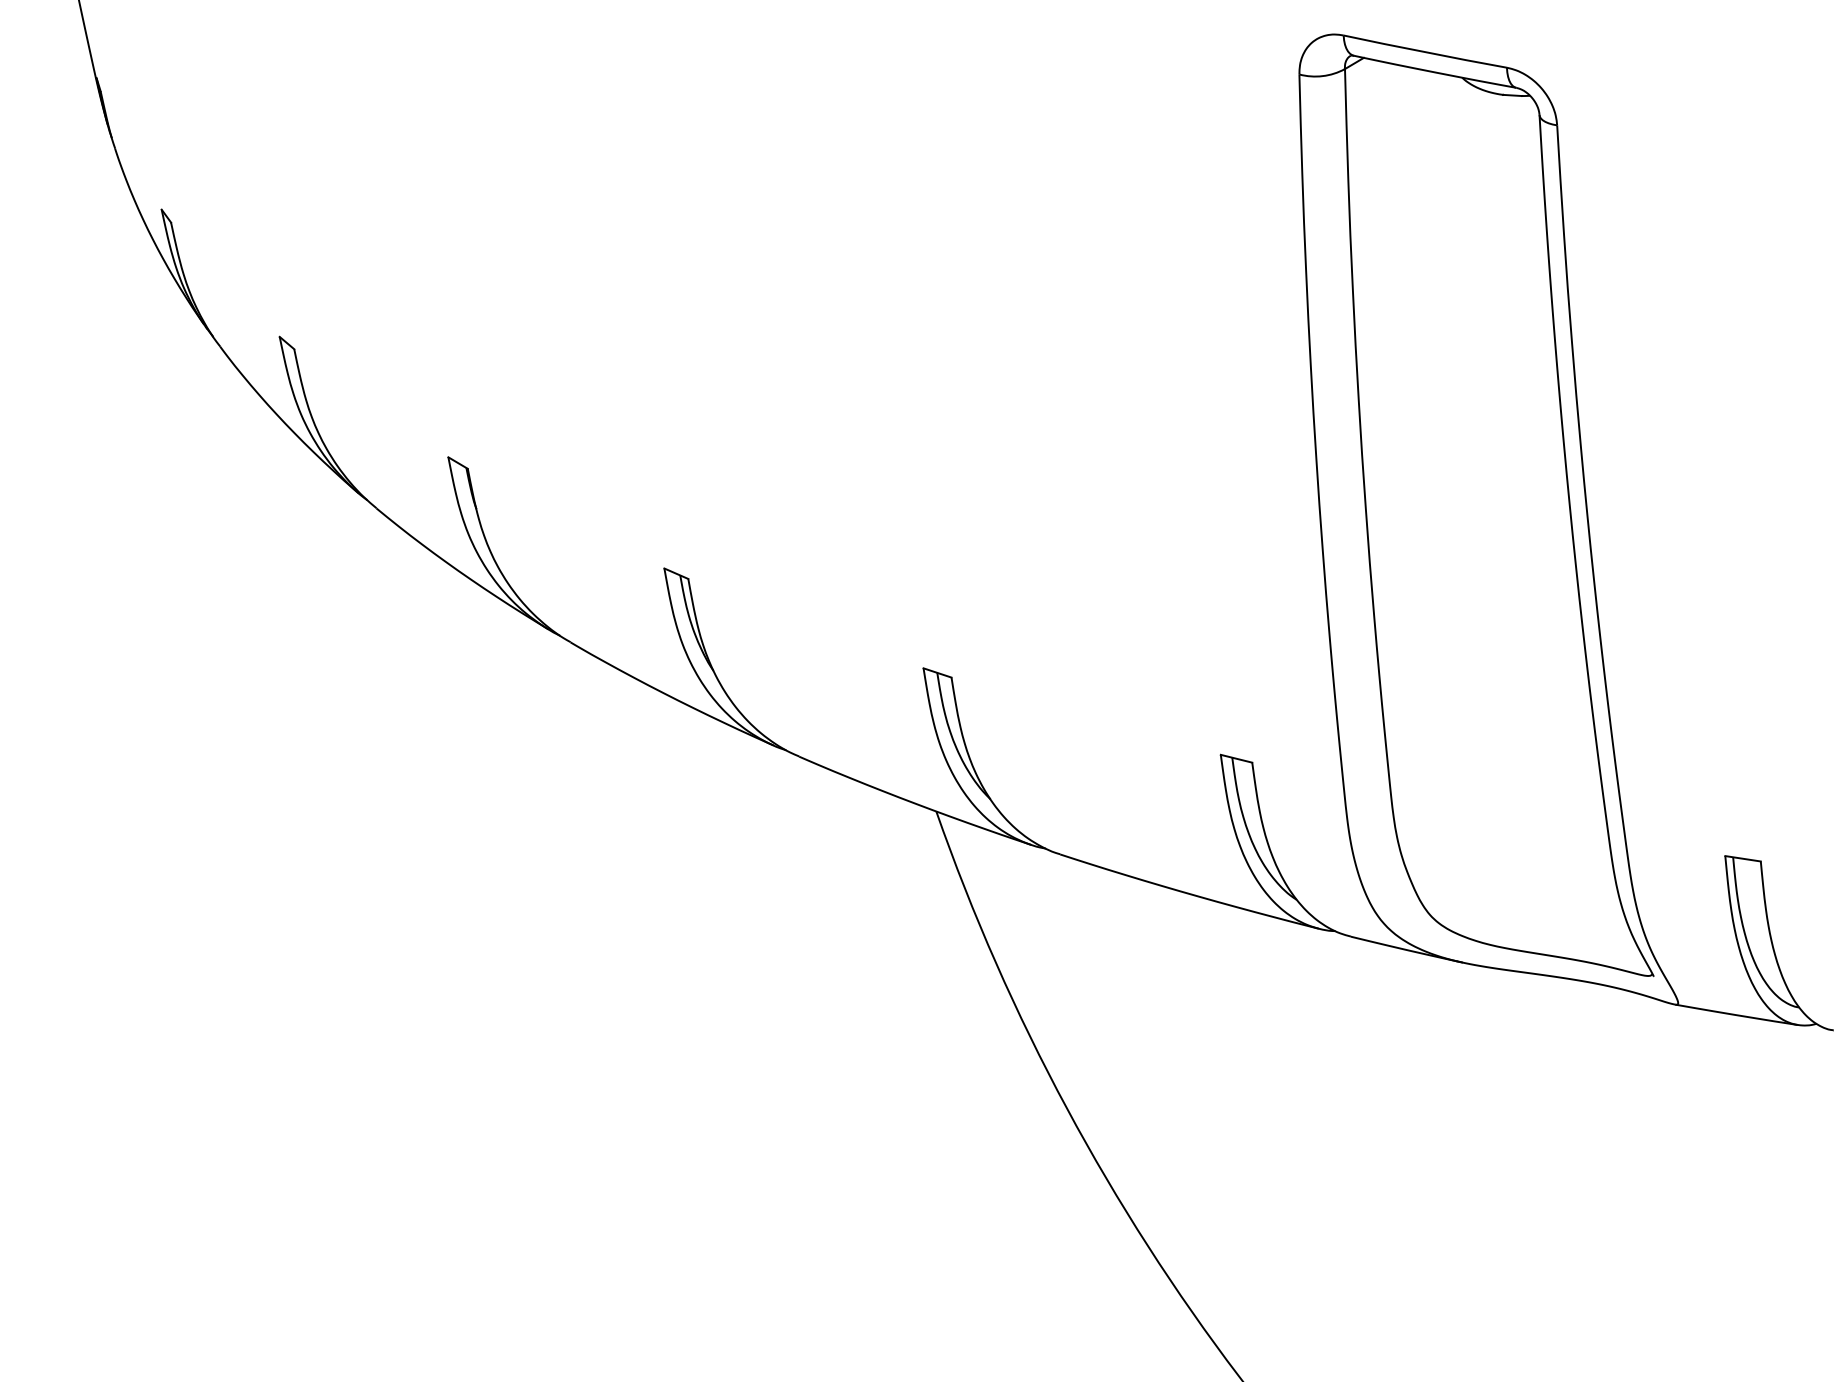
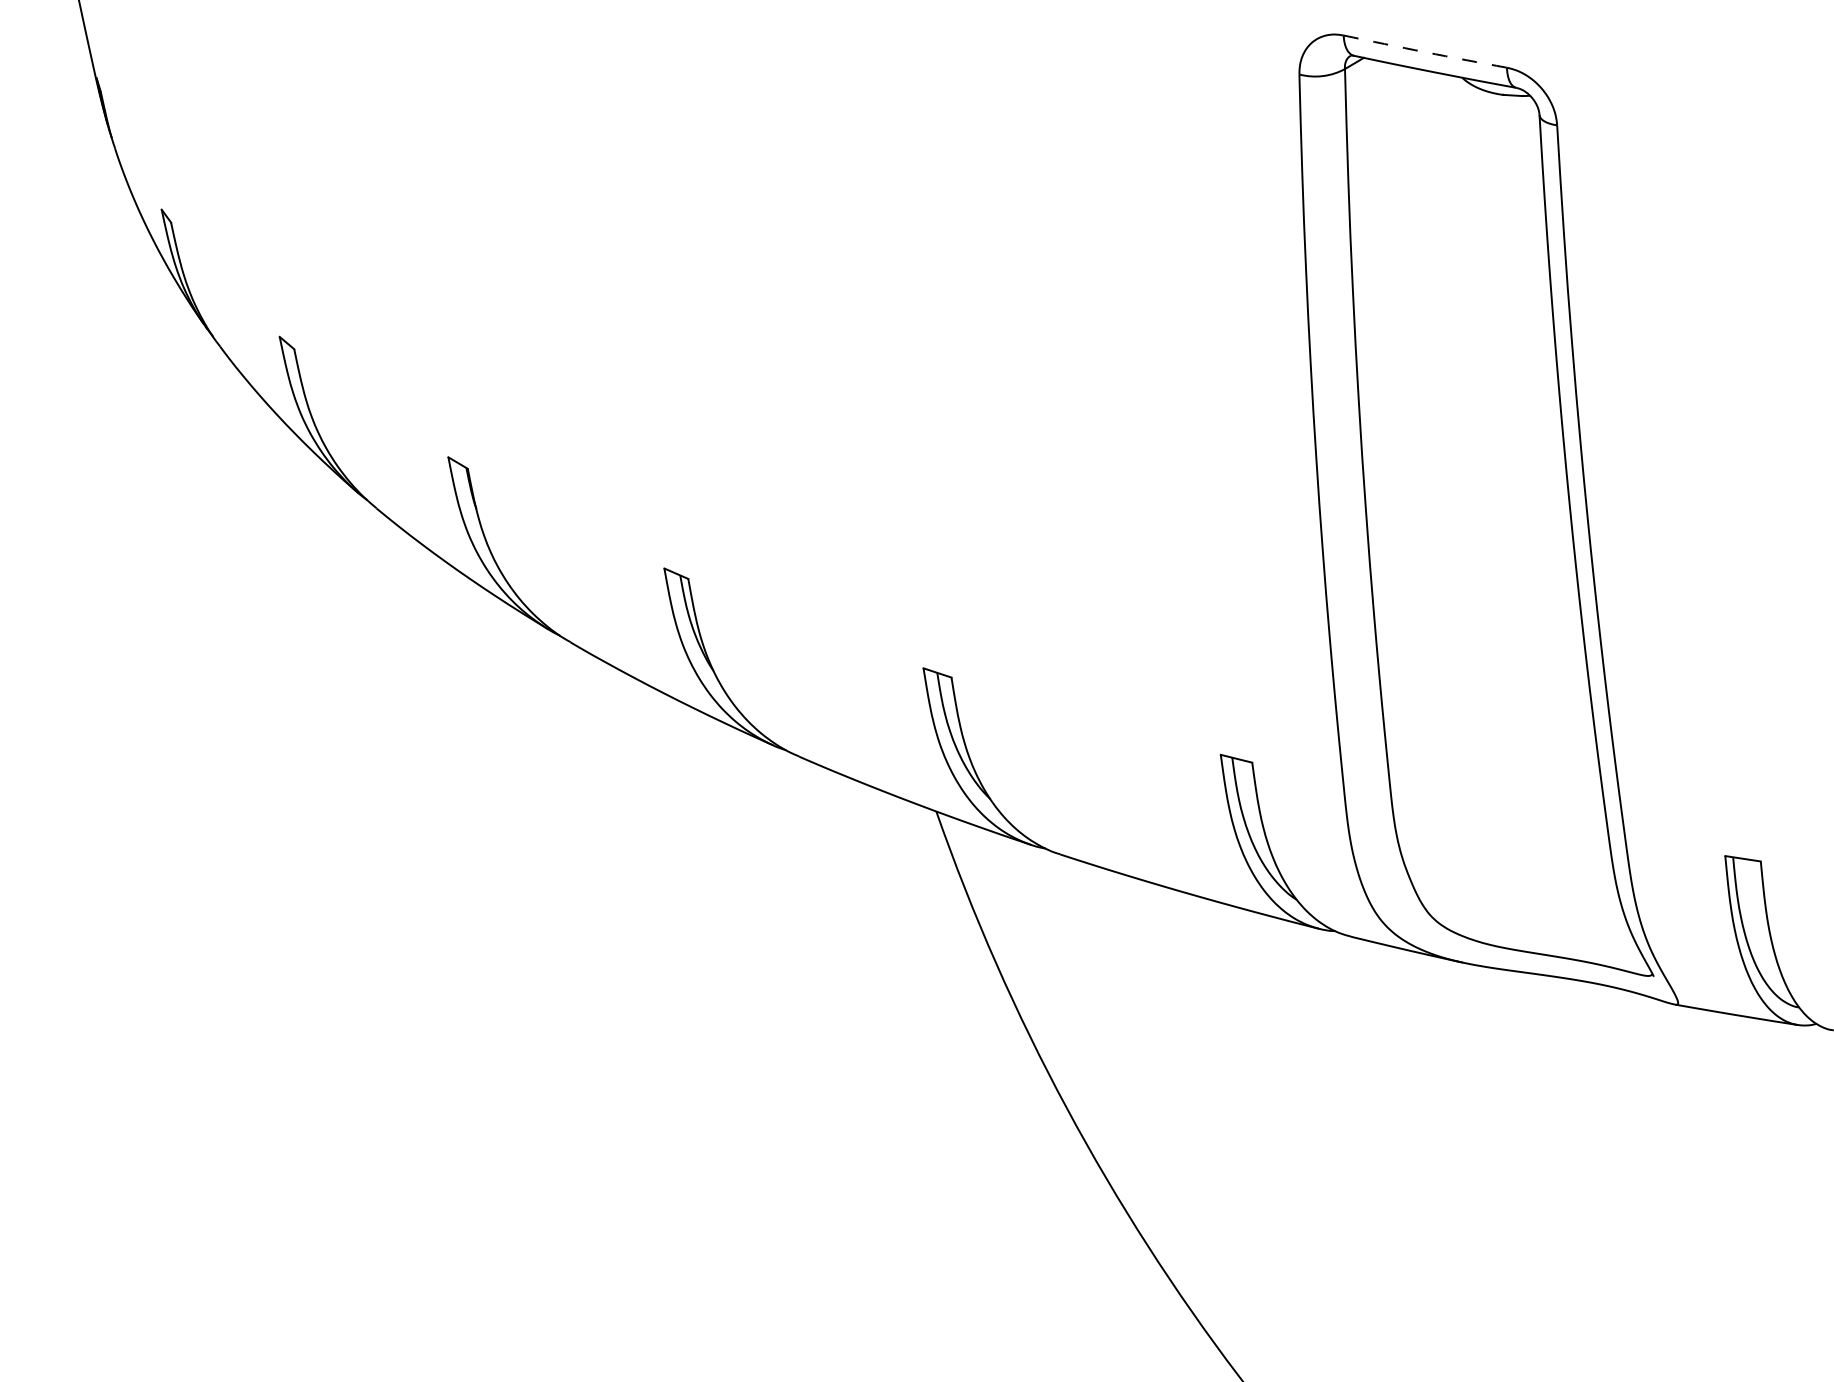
arc at (1425, 52): solid -> dashed
